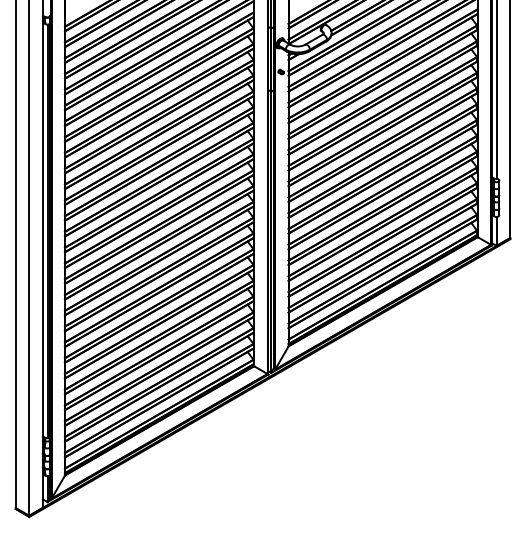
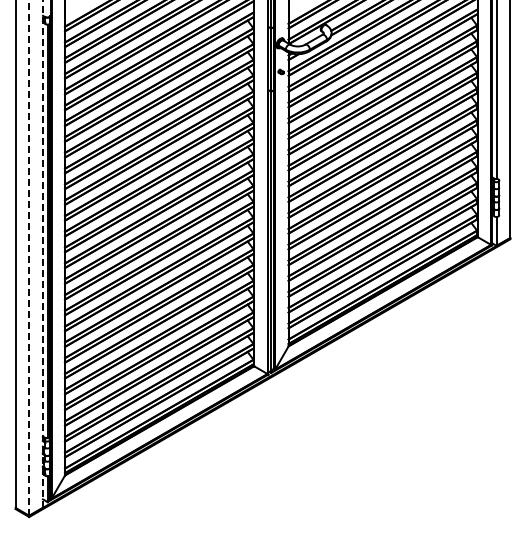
line at (42, 254): solid -> dashed
line at (29, 258): solid -> dashed
